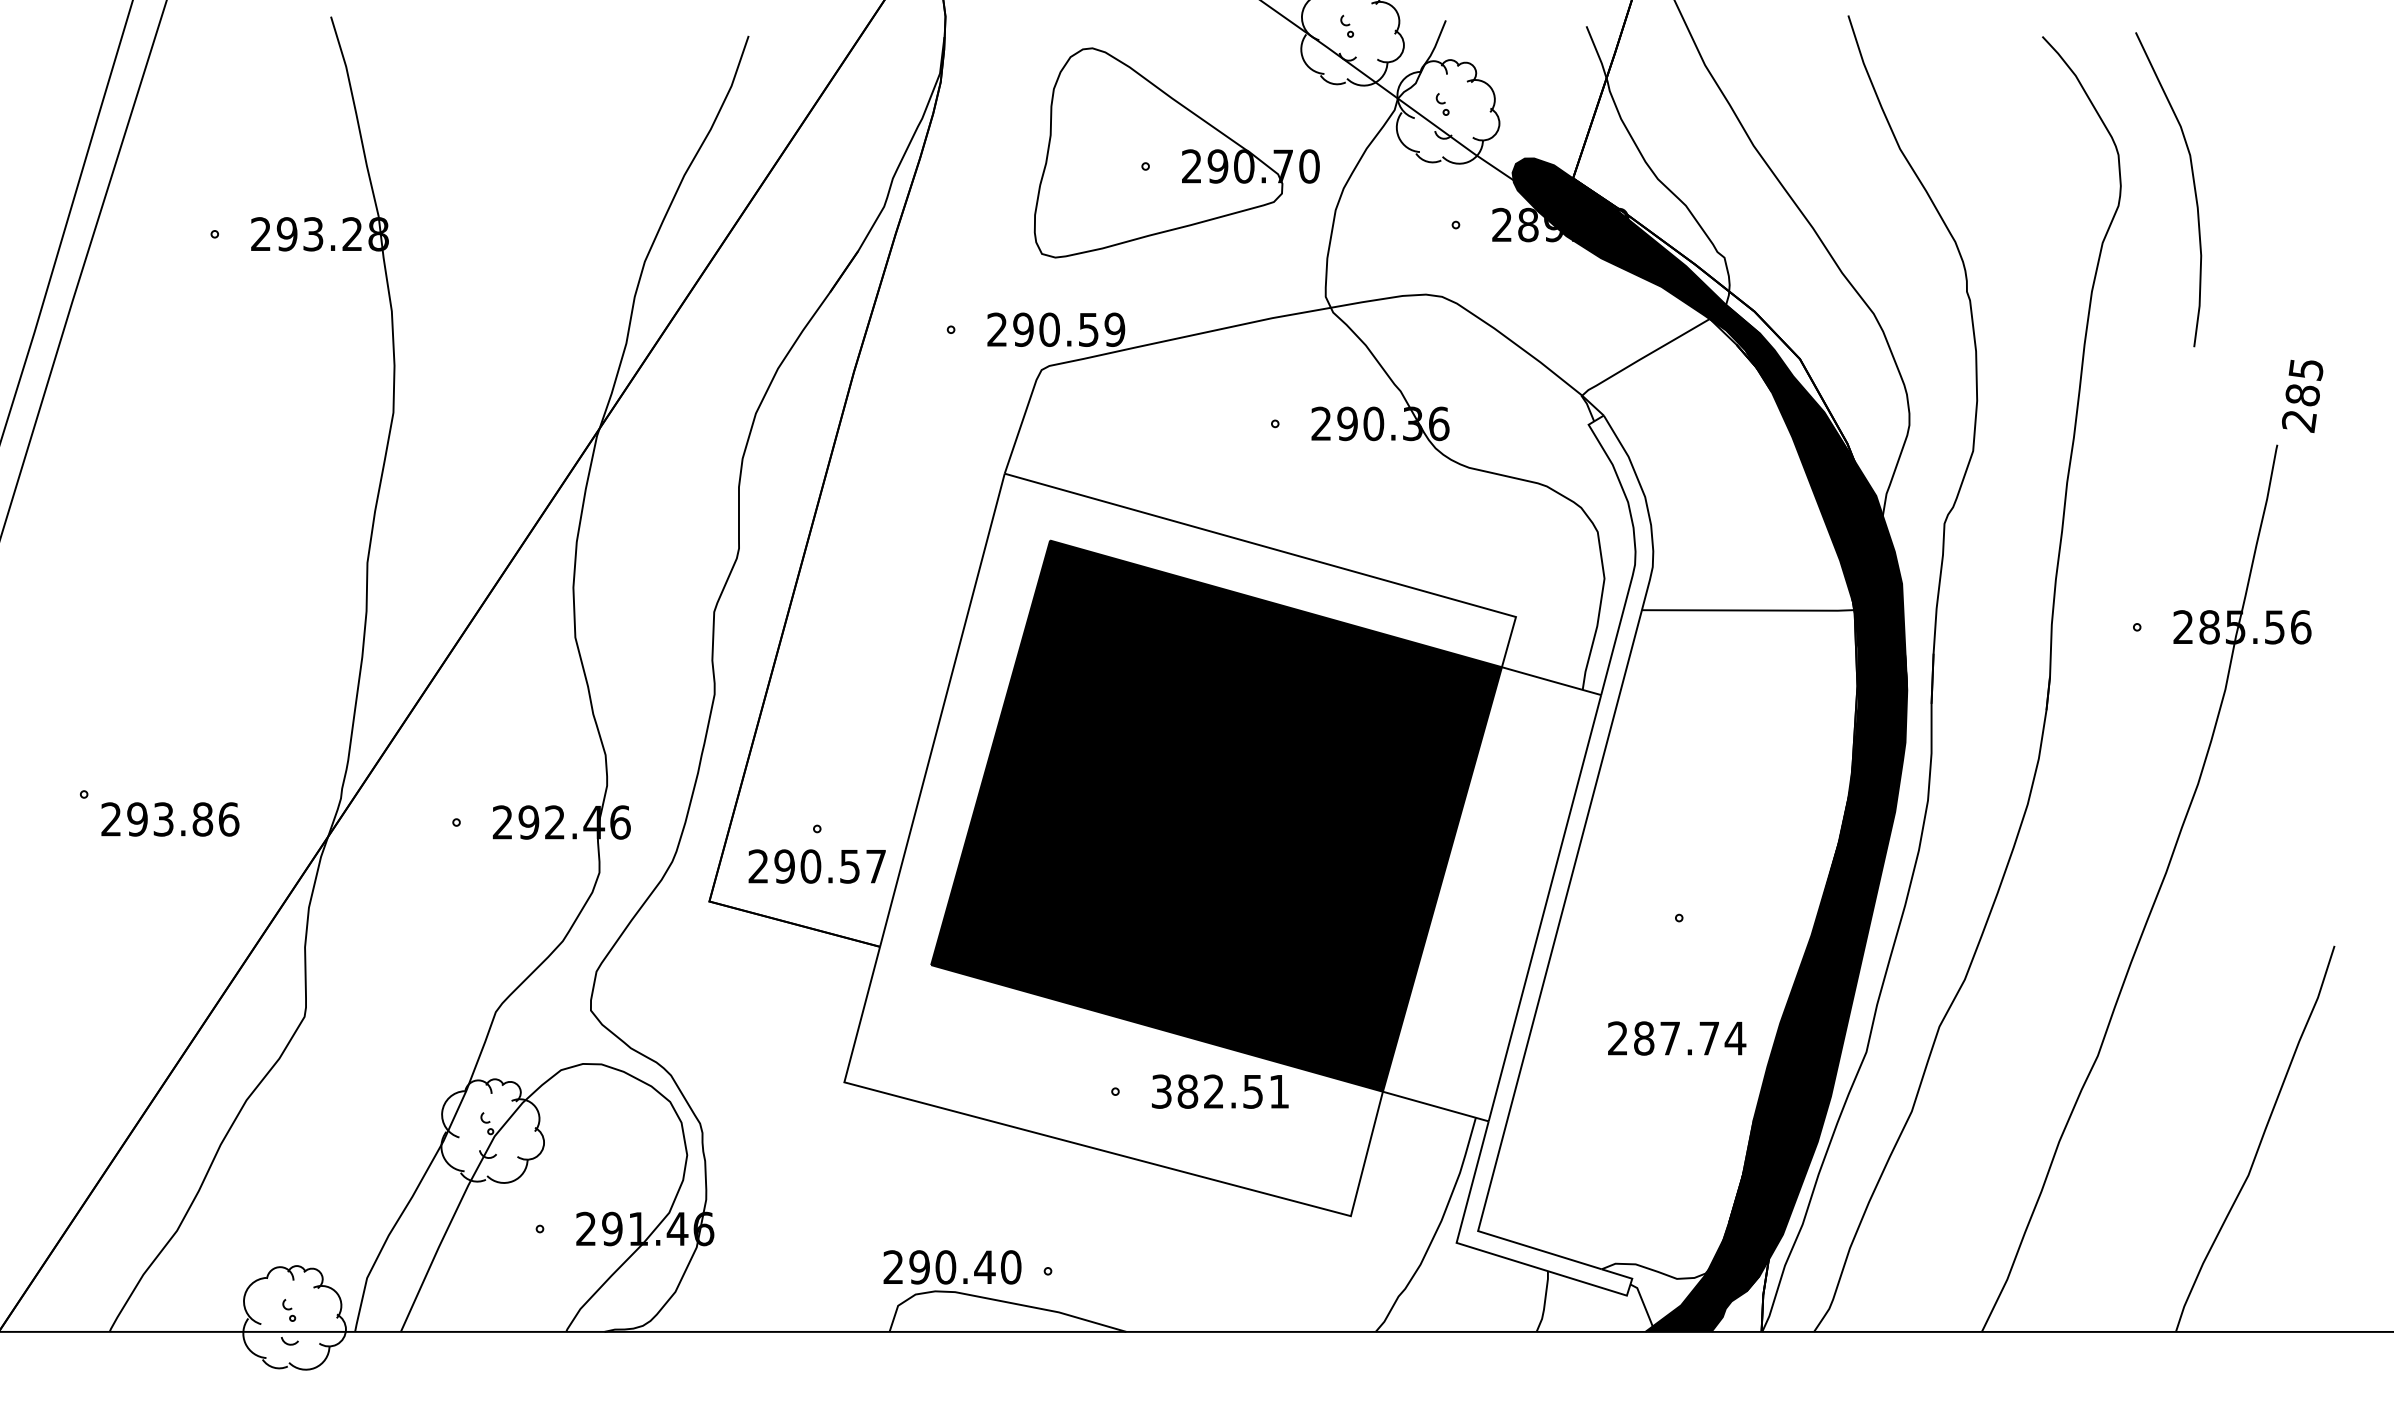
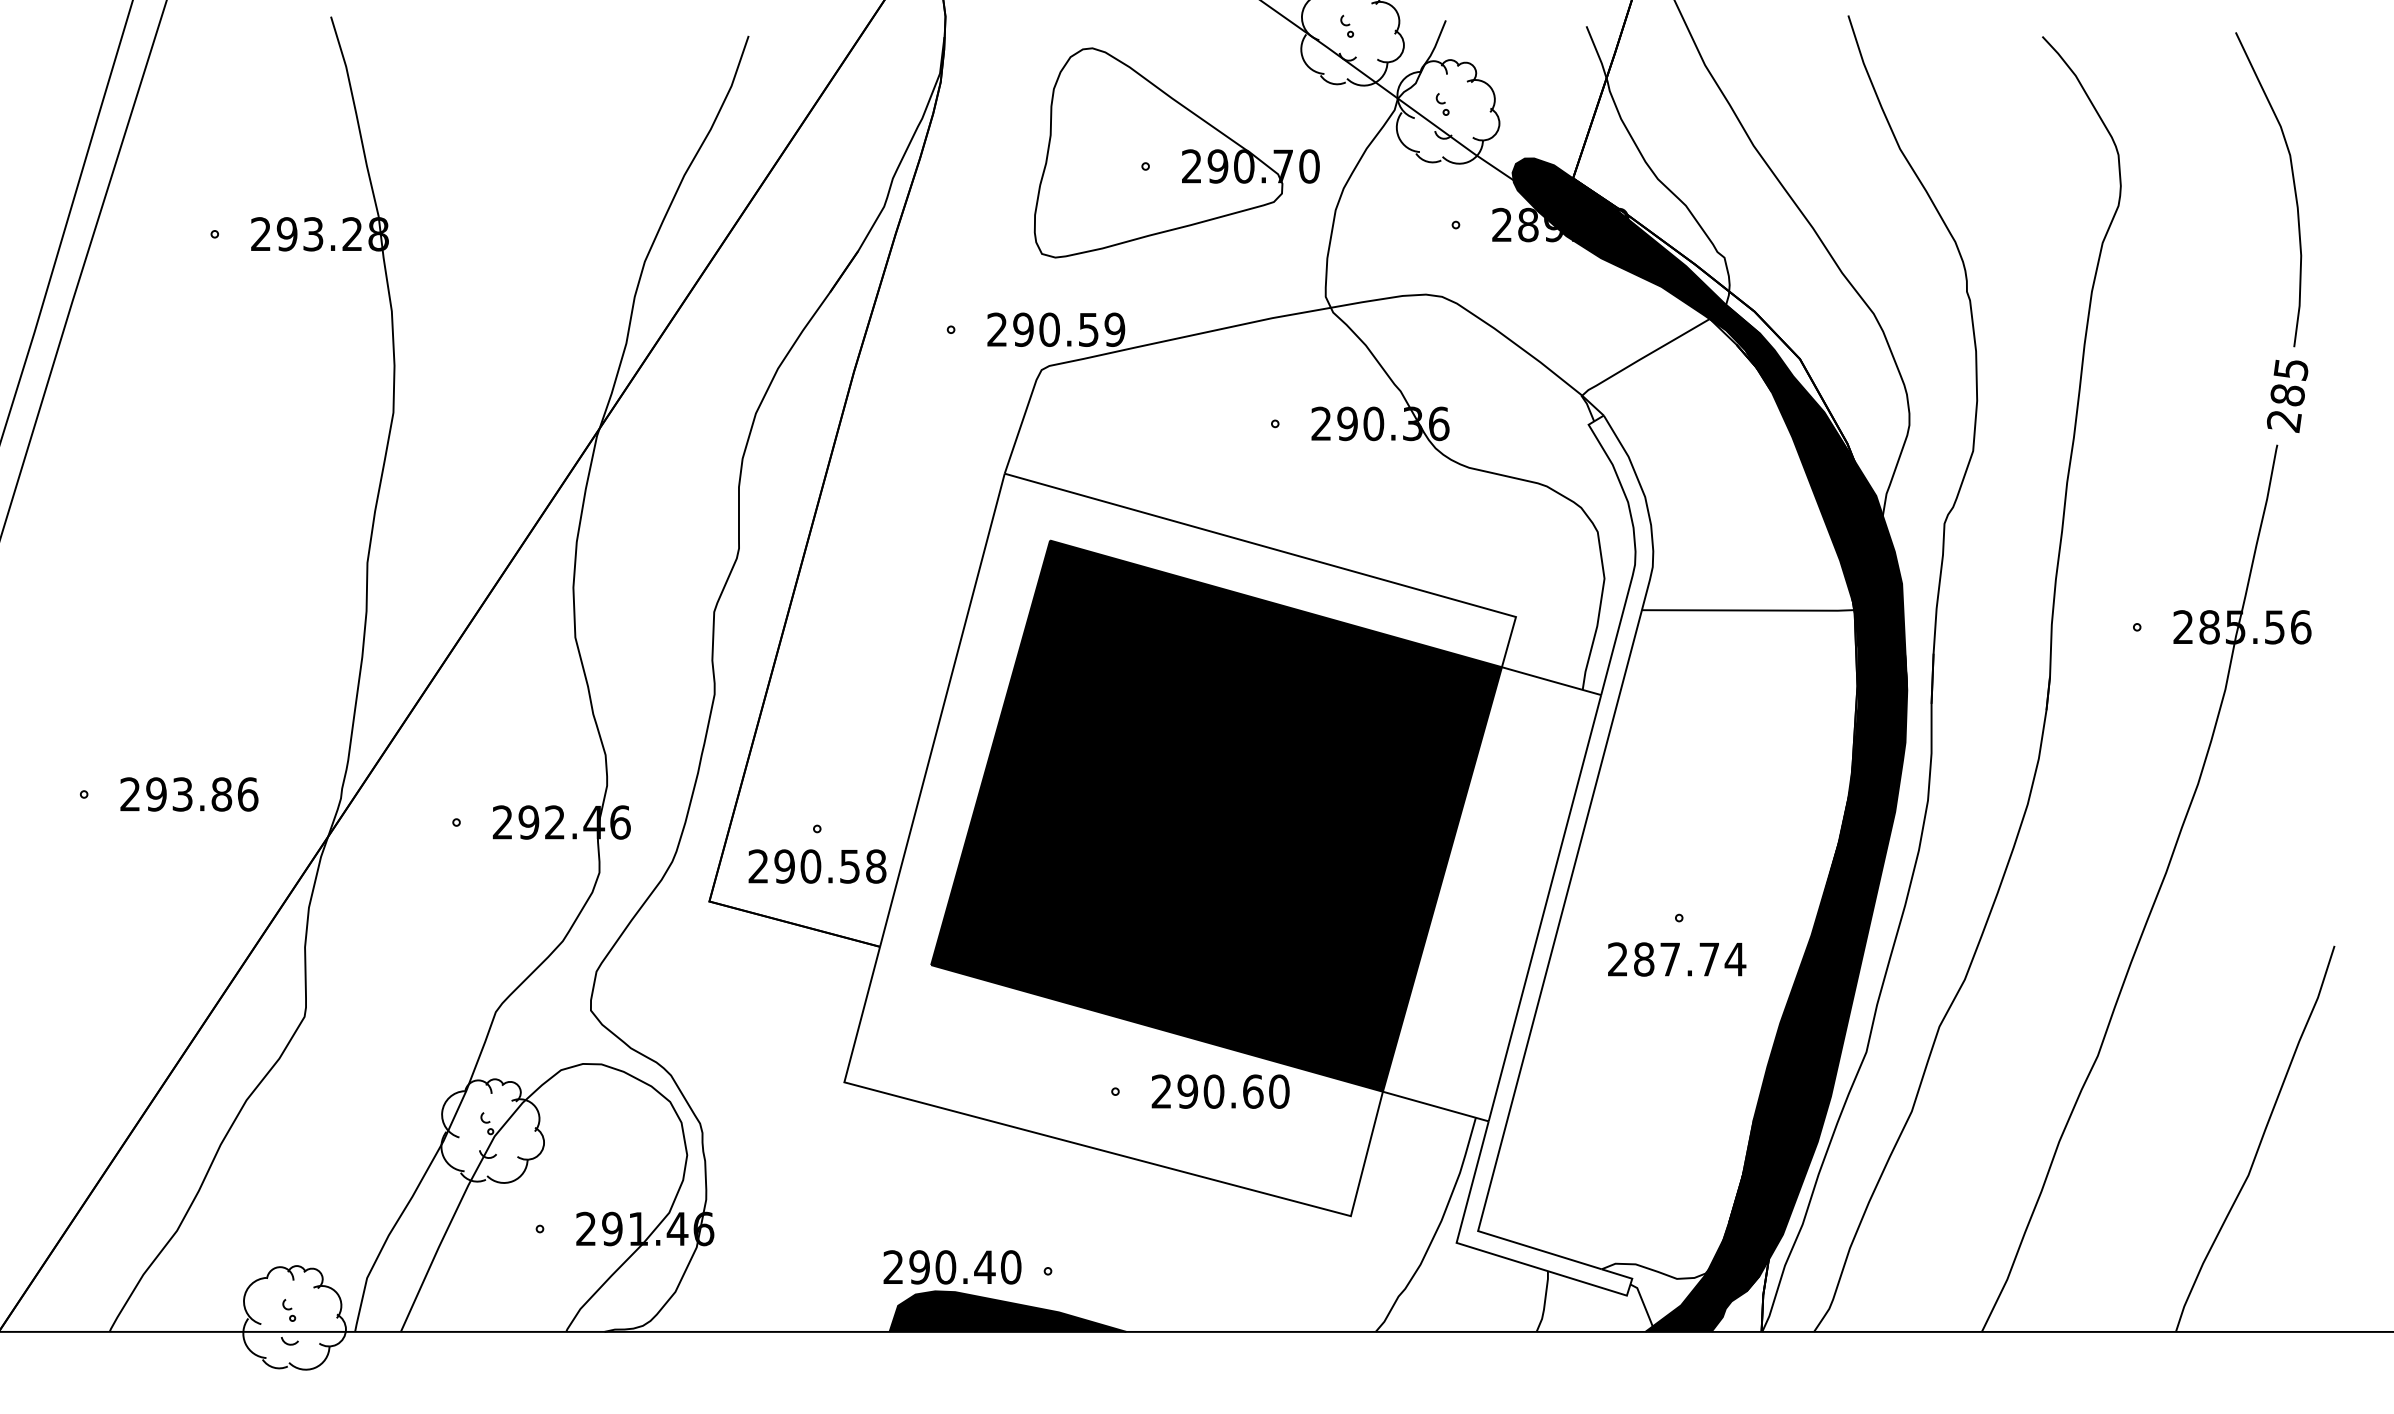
curve at (2193, 186) position: (2193, 186) -> (2293, 186)
text at (2302, 395) position: (2302, 395) -> (2287, 395)
text at (170, 819) position: (170, 819) -> (189, 794)
text at (876, 866): 290.57 -> 290.58
text at (1677, 1038) position: (1677, 1038) -> (1677, 959)
text at (1220, 1091): 382.51 -> 290.60
fill at (1007, 1311): none -> present
